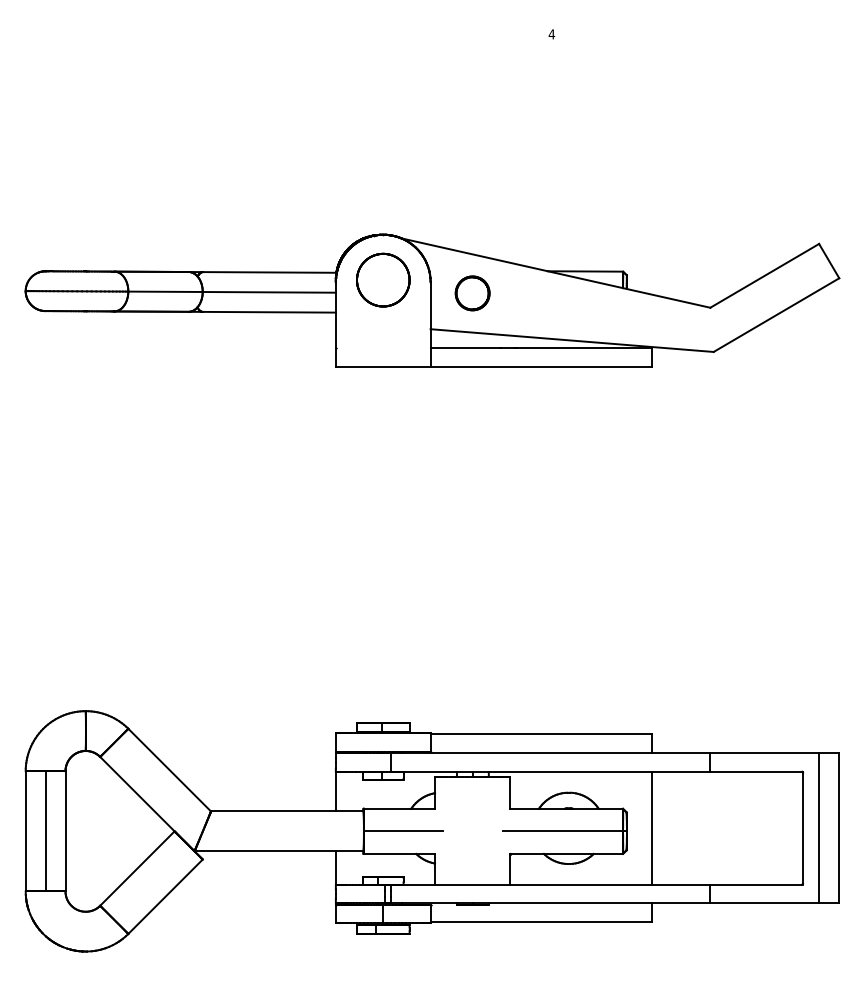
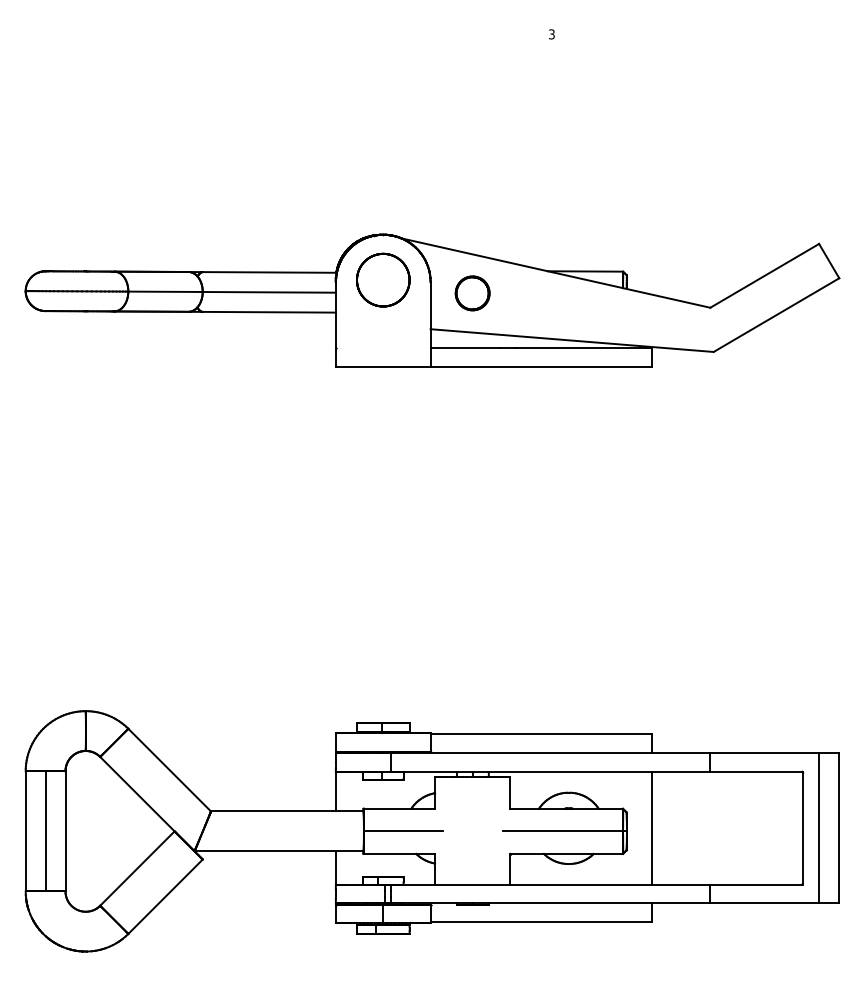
text at (551, 34): 4 -> 3
